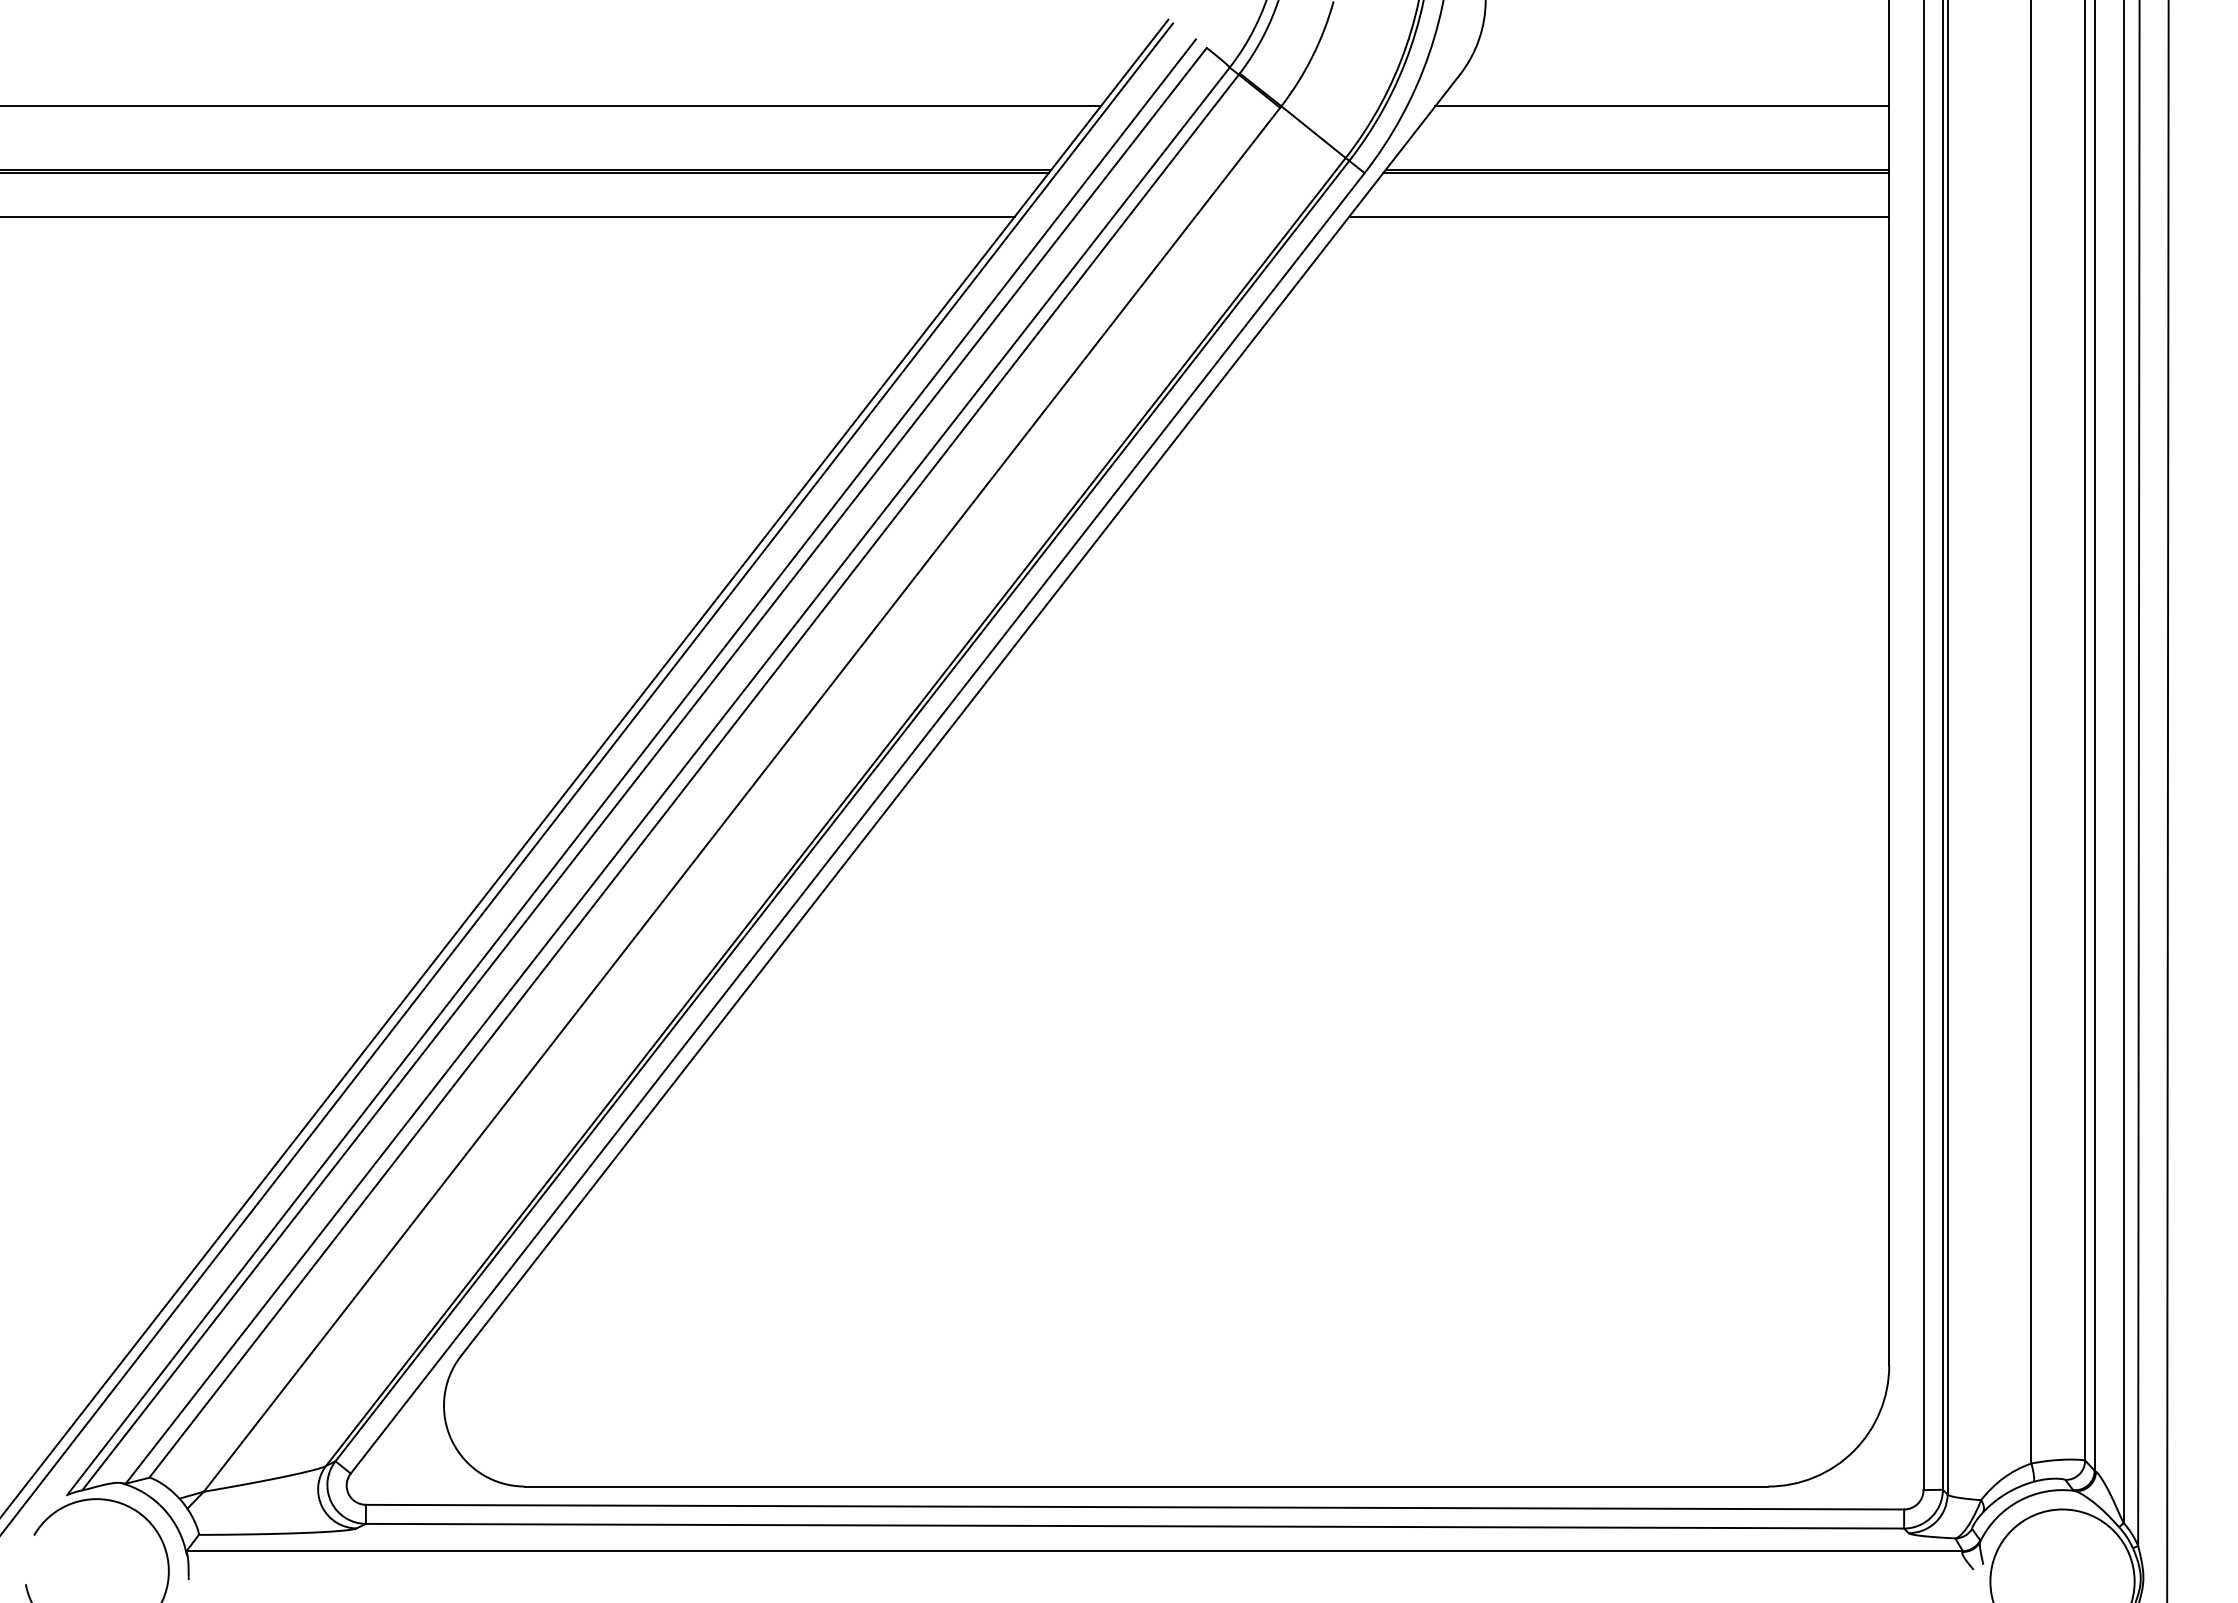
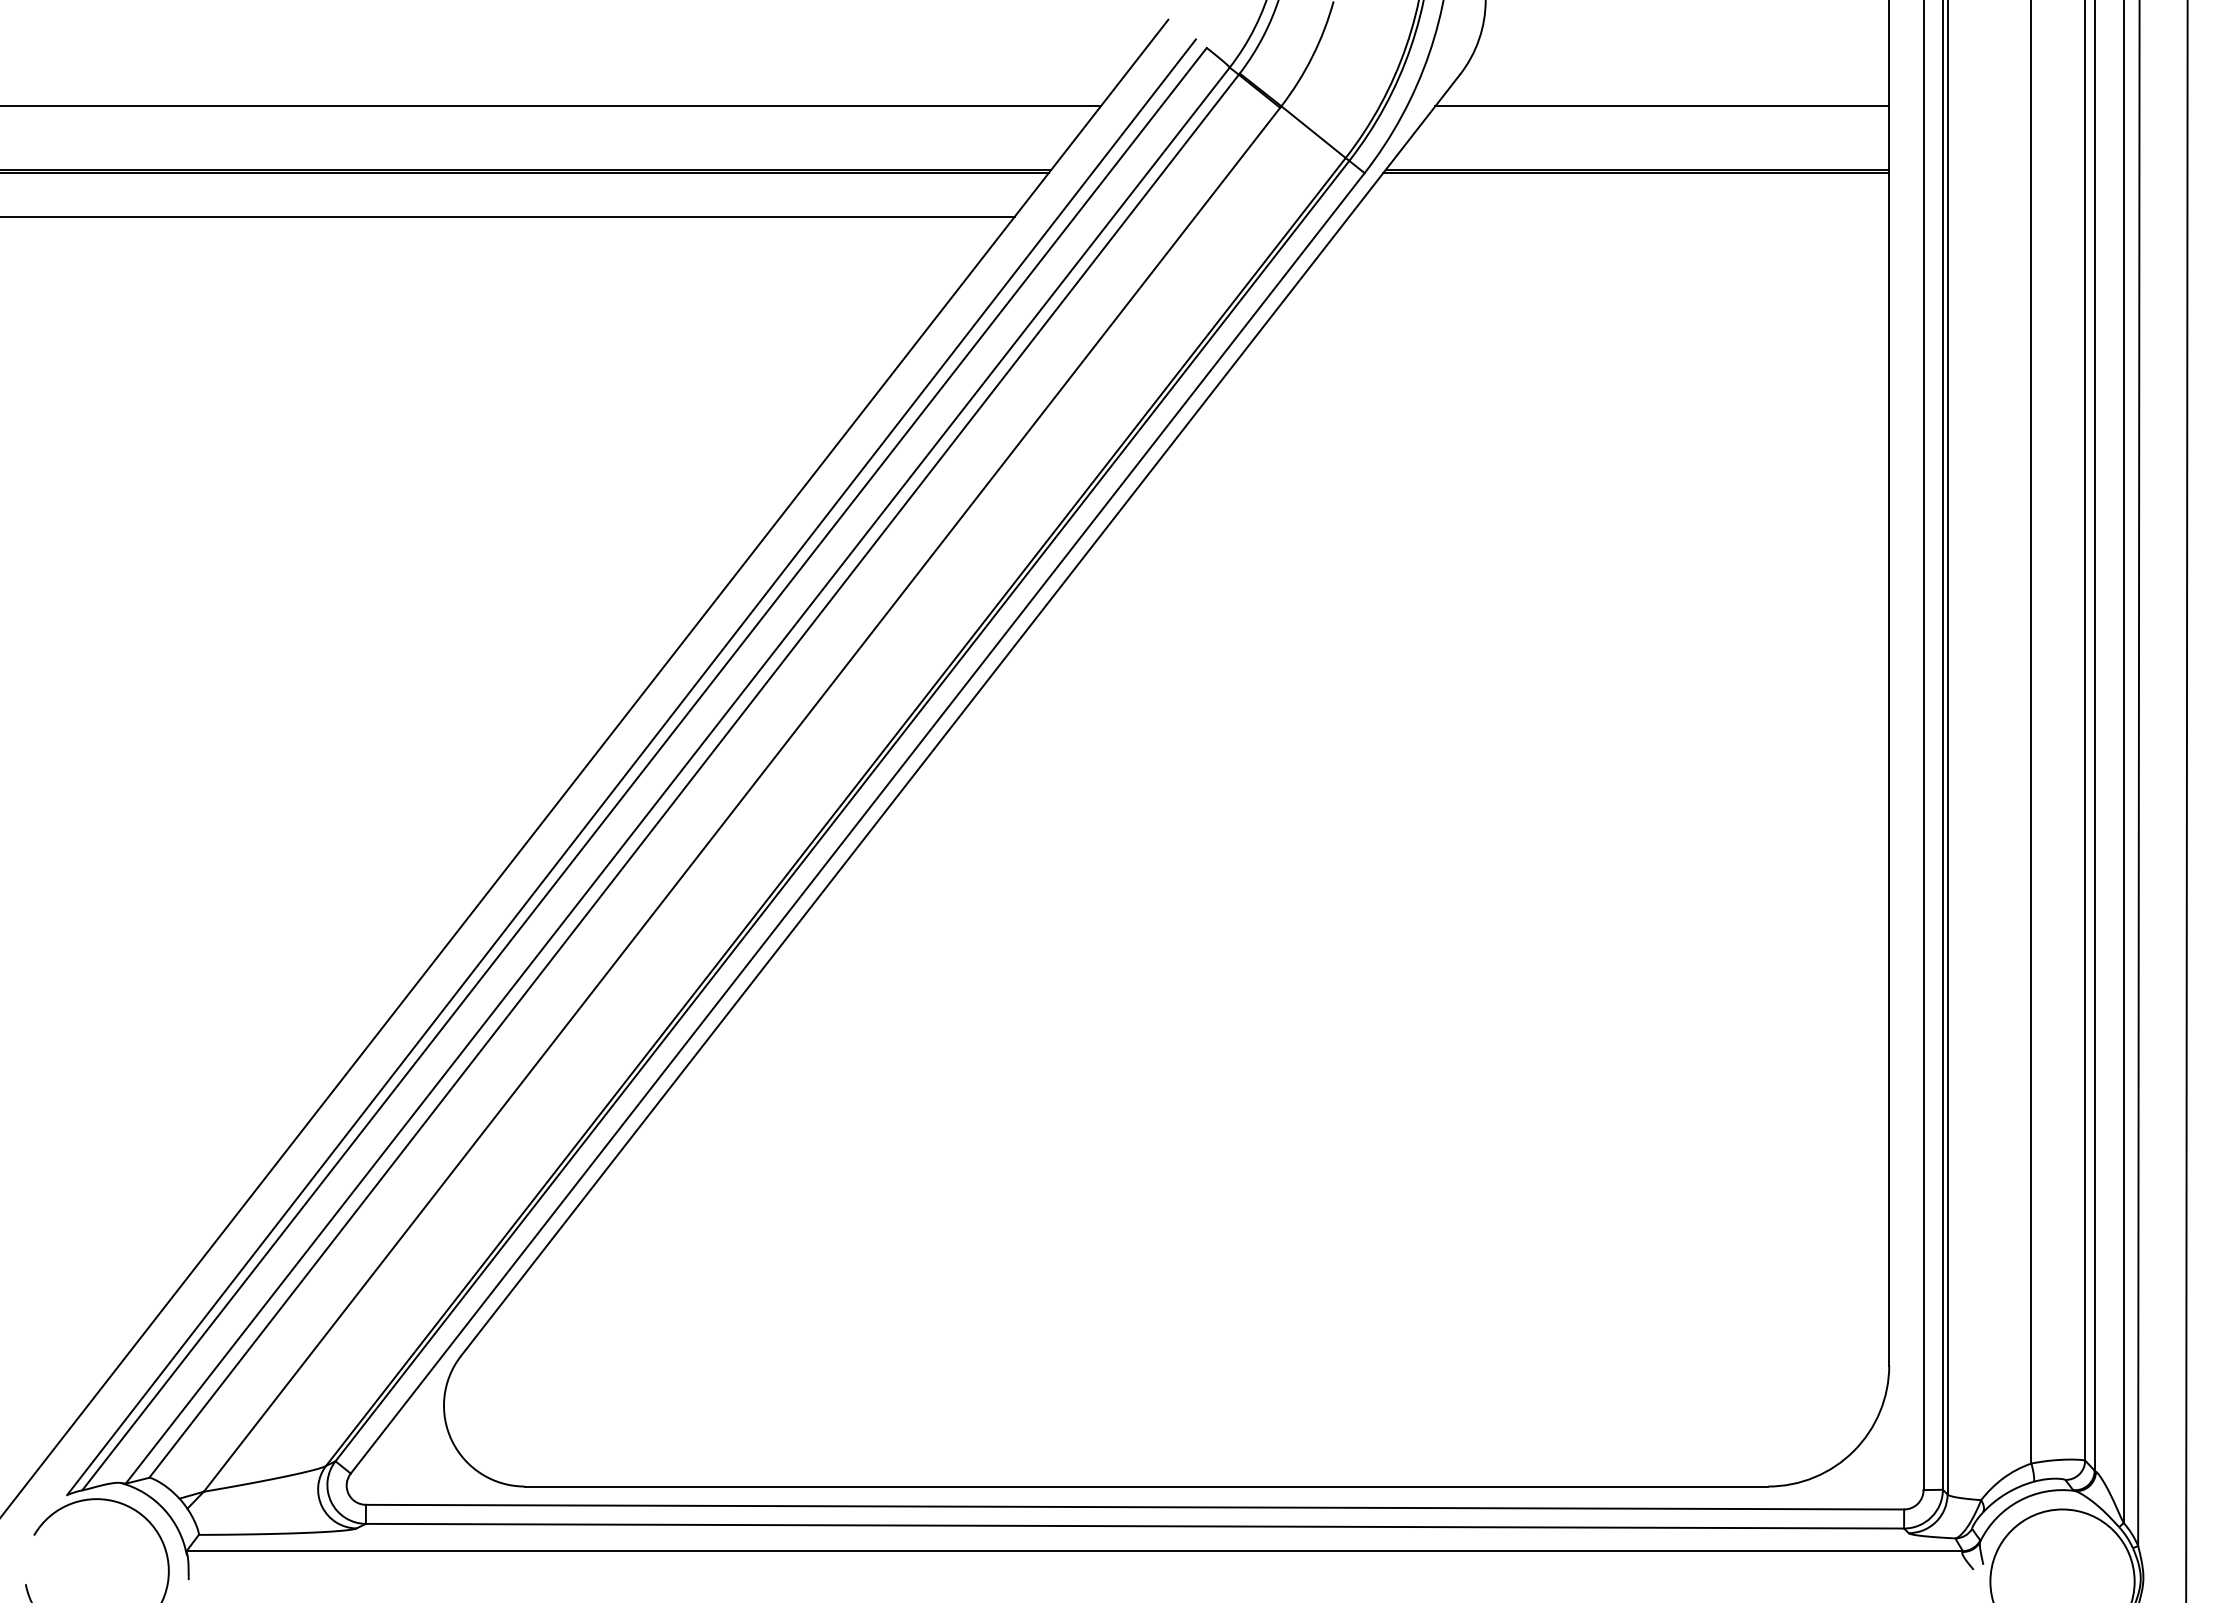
line at (1619, 217): present -> none
line at (587, 777): present -> none
line at (2167, 800) position: (2167, 800) -> (2186, 800)
